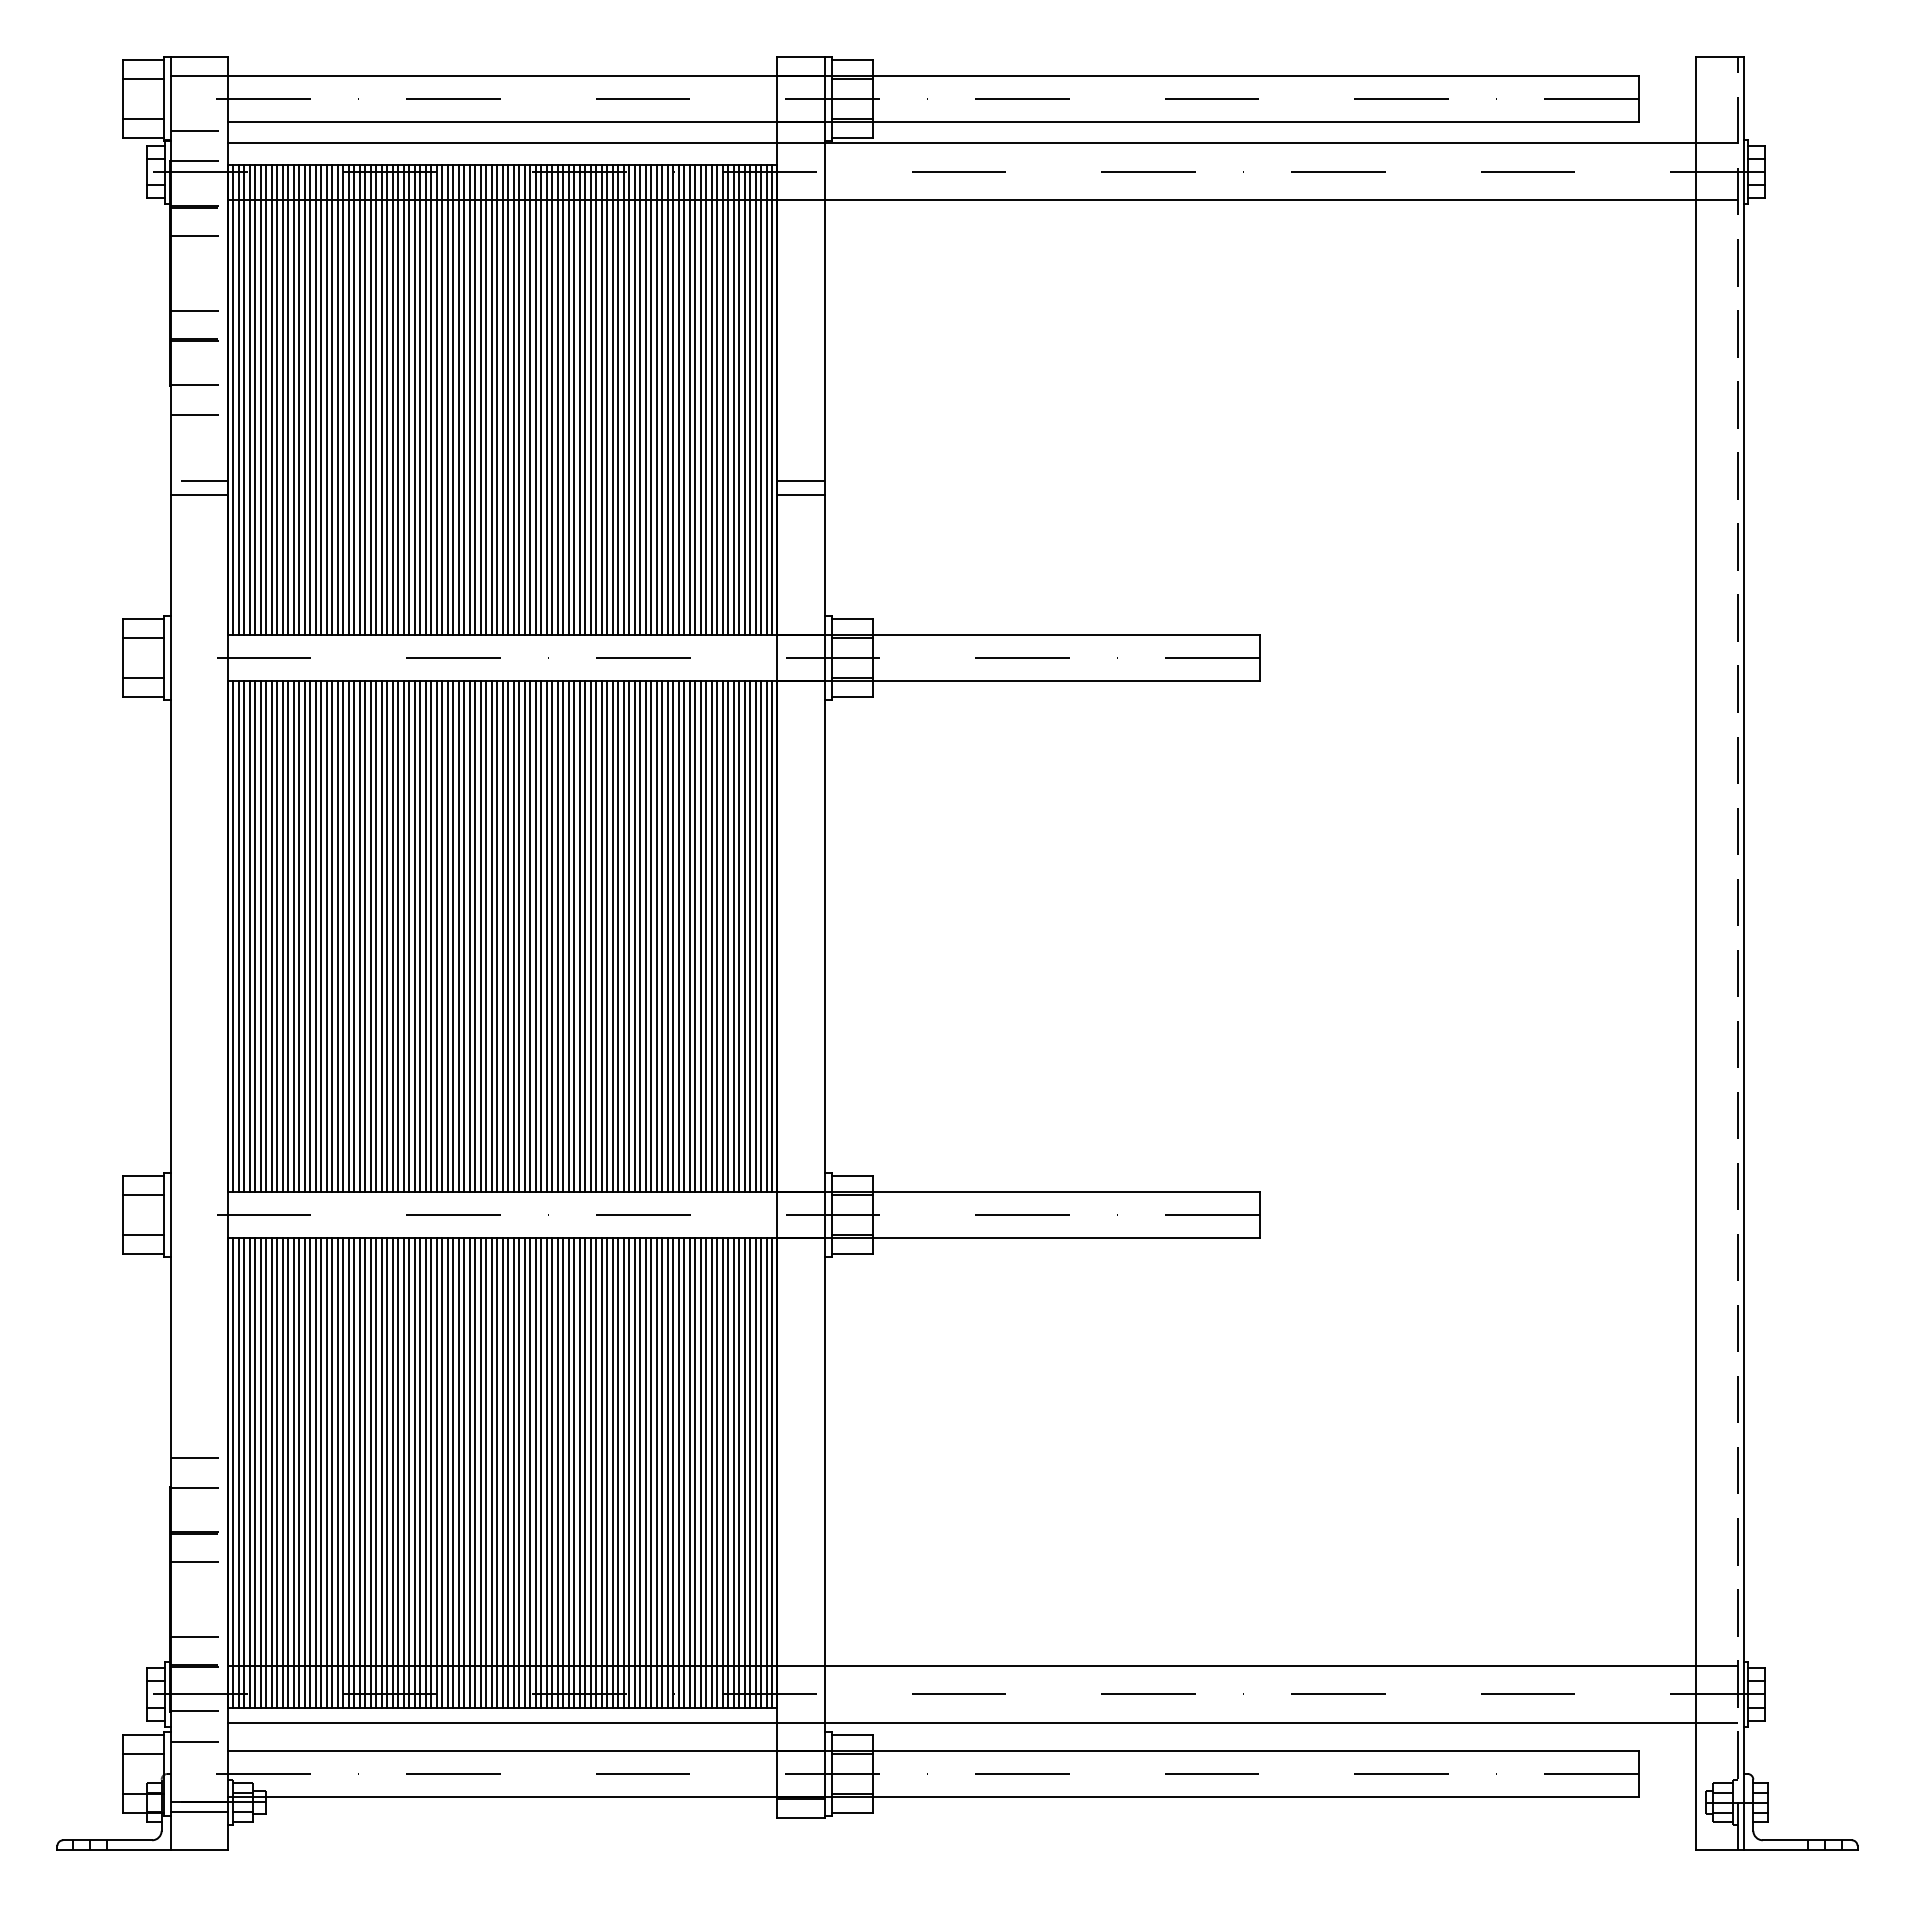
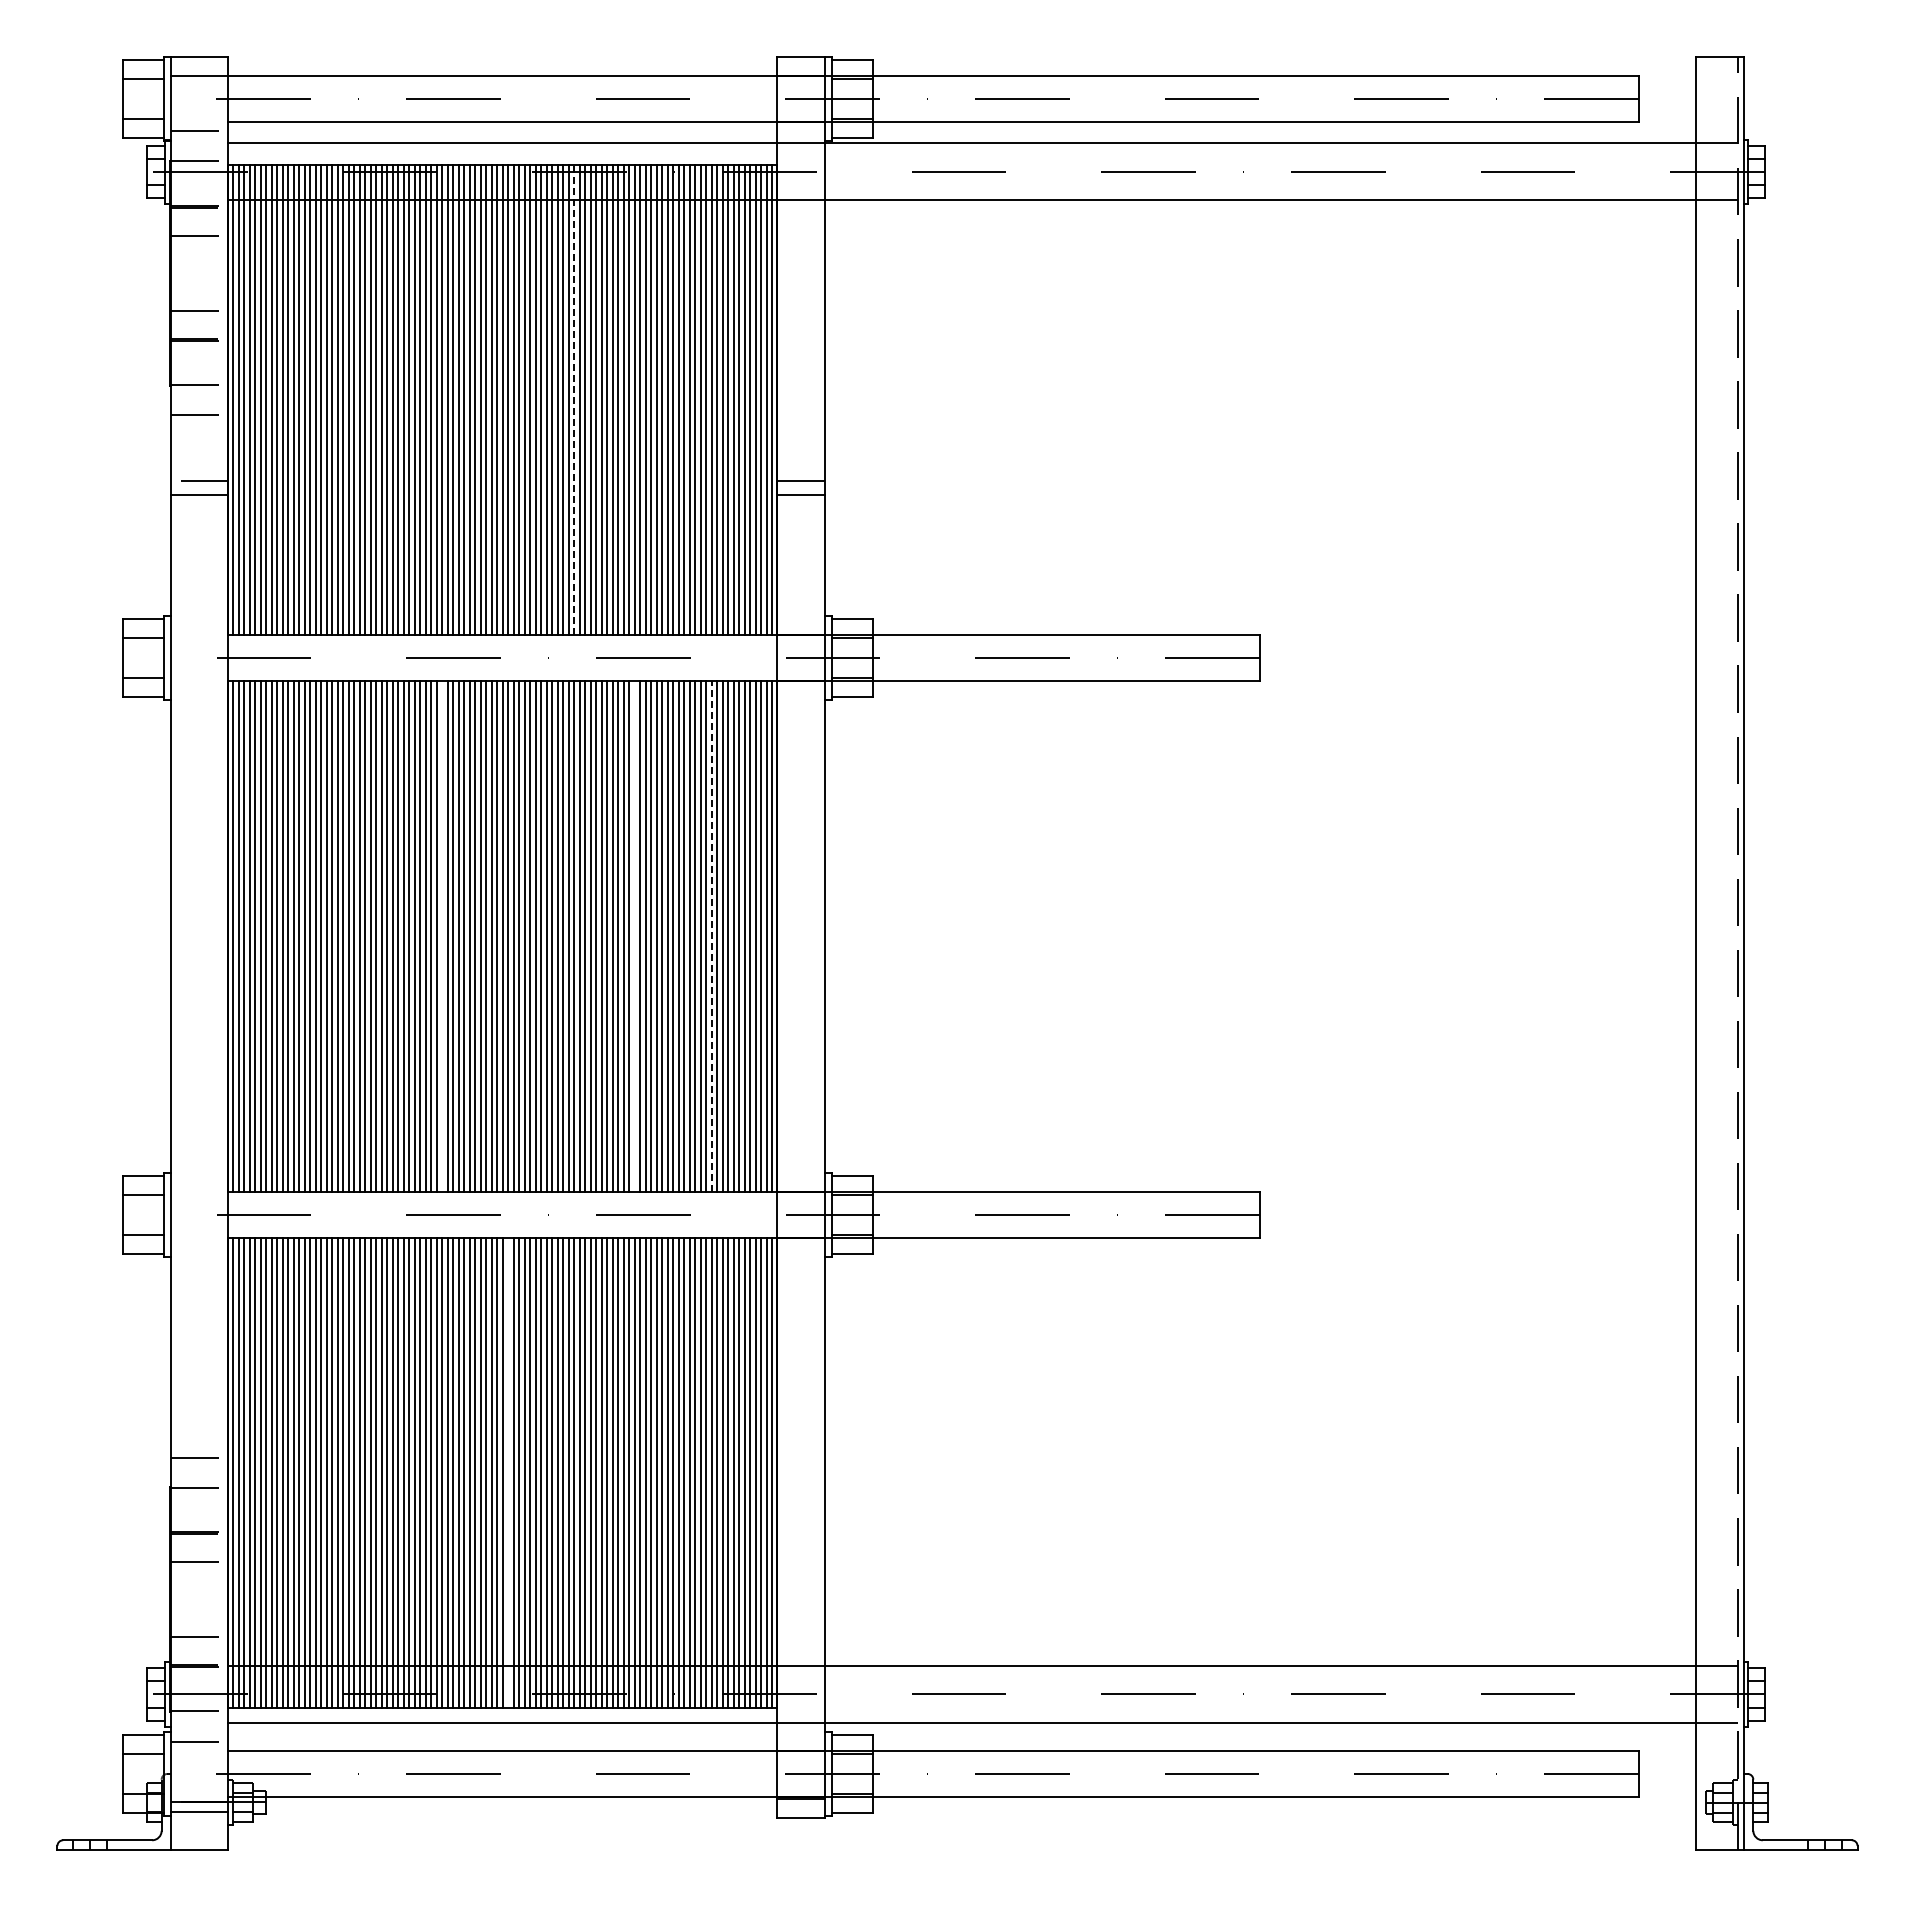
line at (574, 400): solid -> dashed
line at (442, 936): present -> none
line at (634, 936): present -> none
line at (711, 936): solid -> dashed
line at (508, 1472): present -> none
